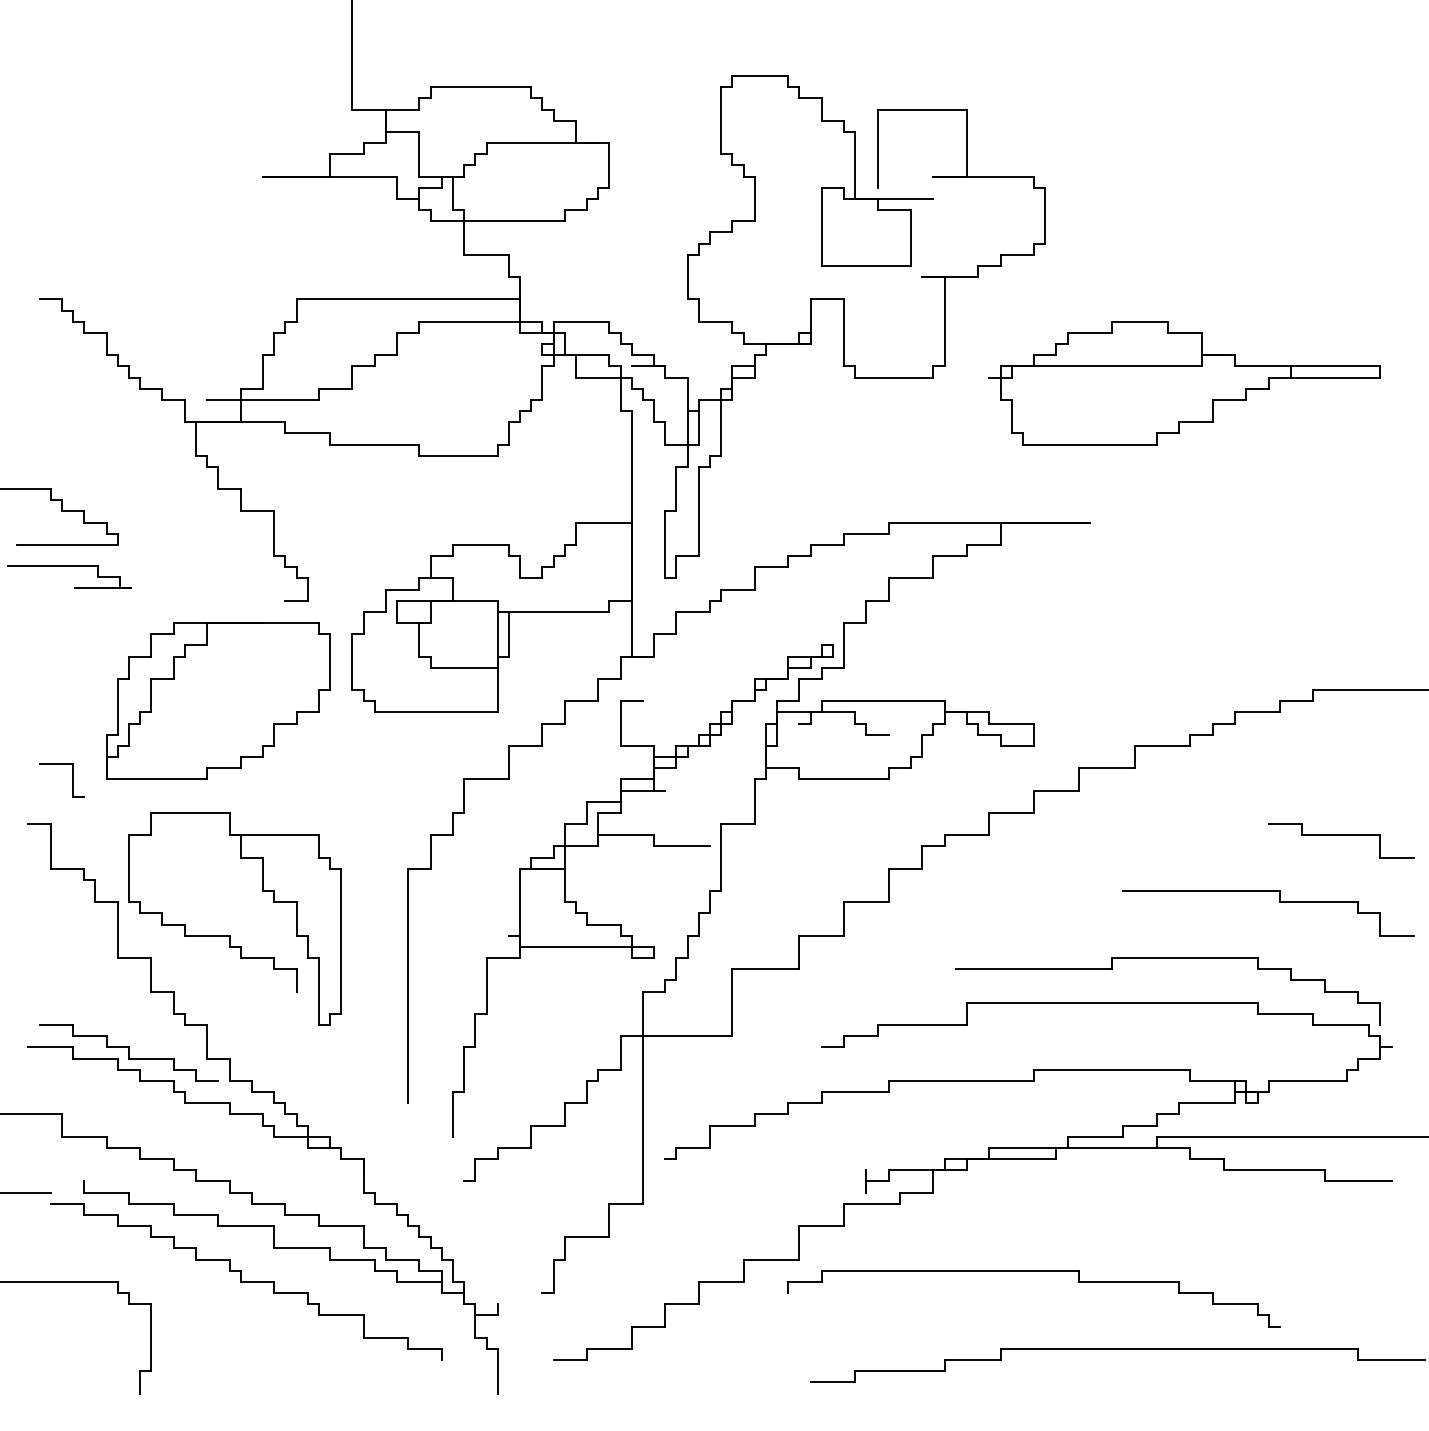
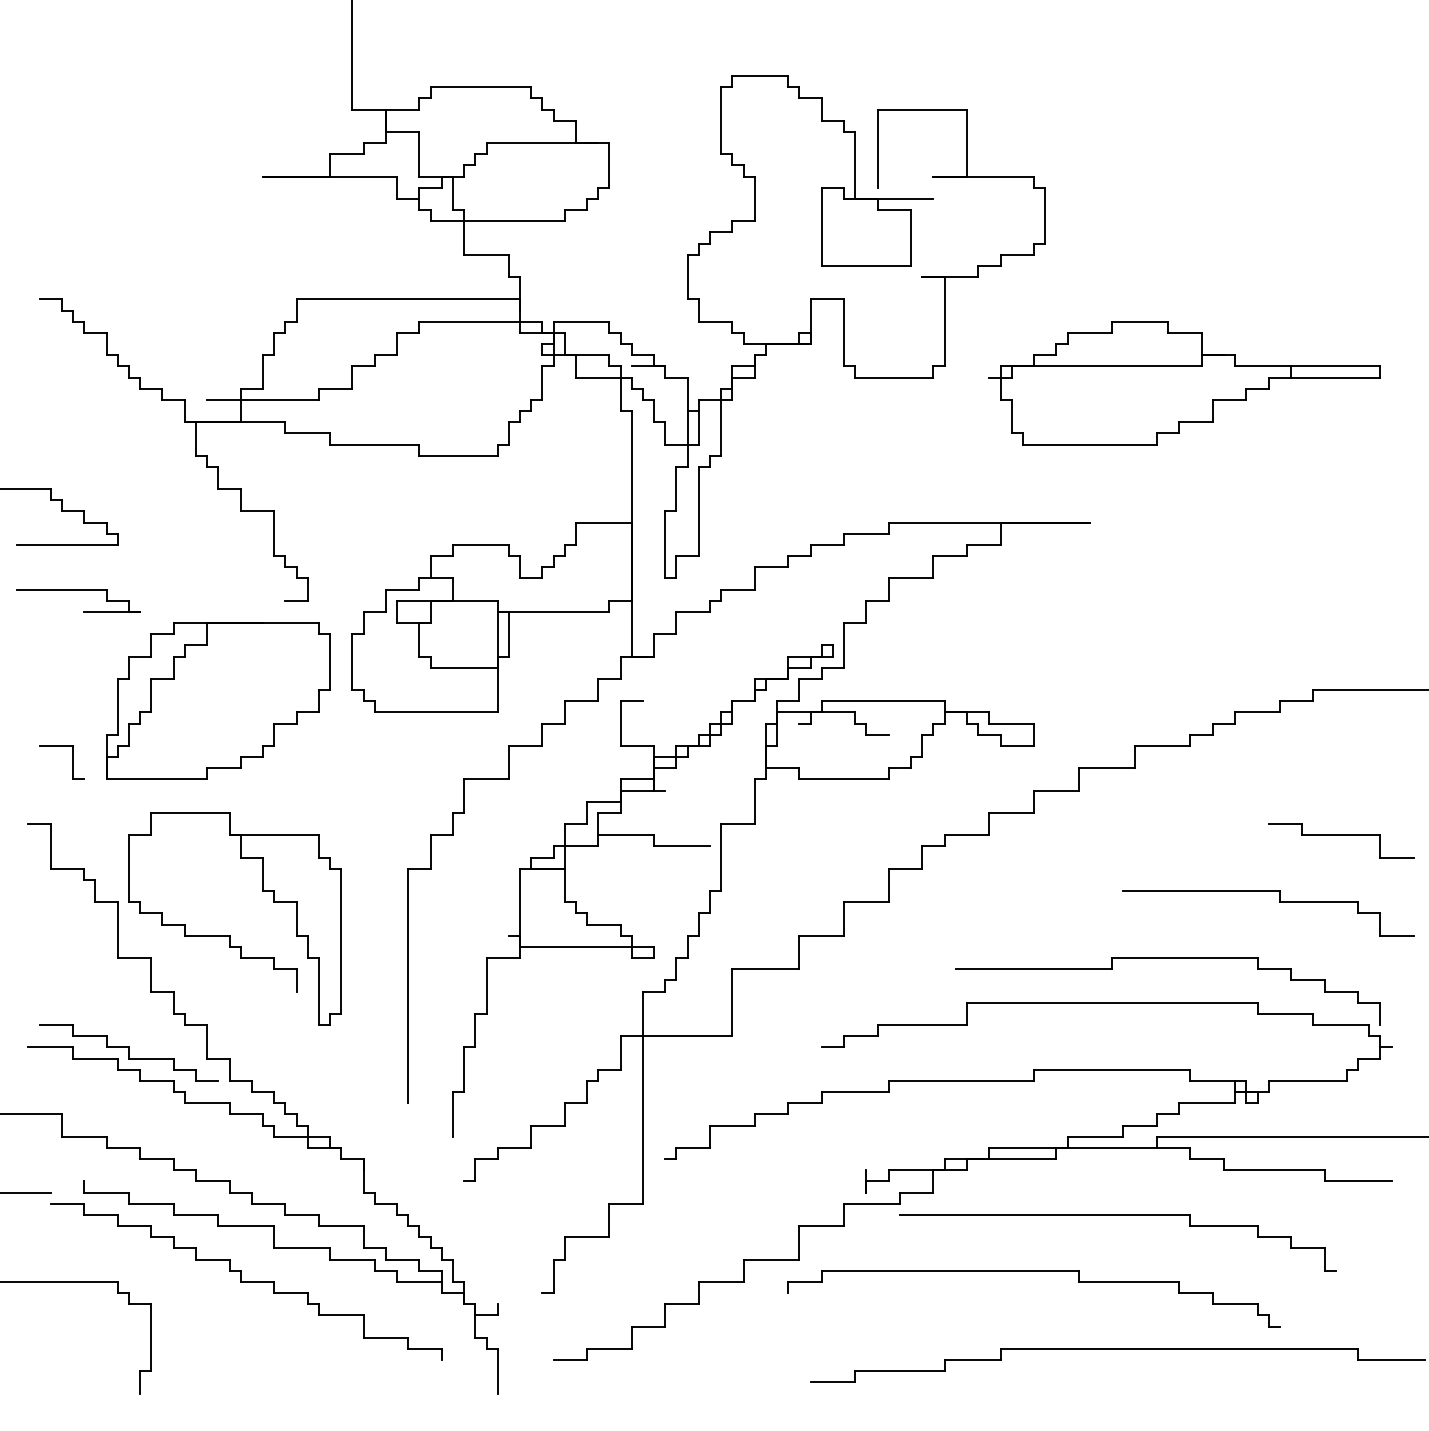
part at (69, 566) position: (69, 566) -> (78, 590)
part at (72, 780) position: (72, 780) -> (72, 762)
part at (1117, 1215): none -> present
